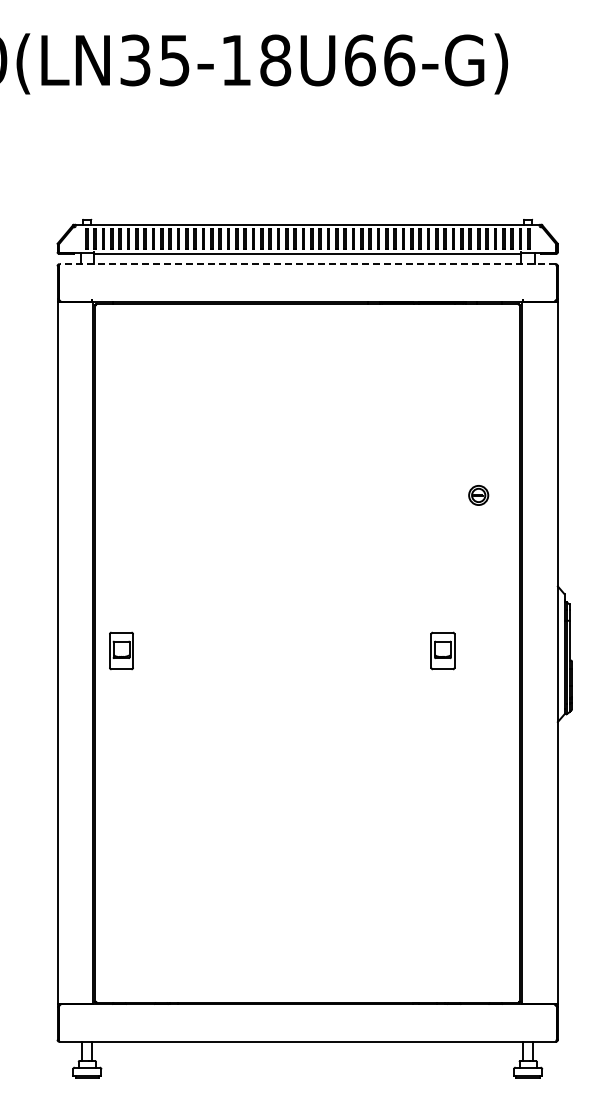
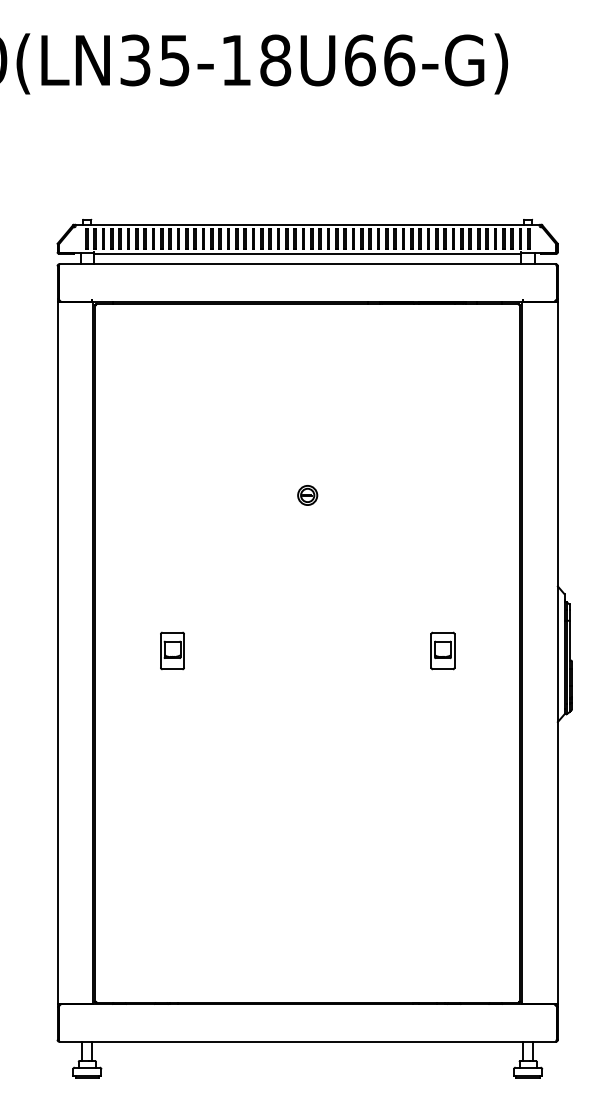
line at (307, 264): dashed -> solid
part at (478, 495) position: (478, 495) -> (307, 495)
part at (121, 650) position: (121, 650) -> (172, 650)
